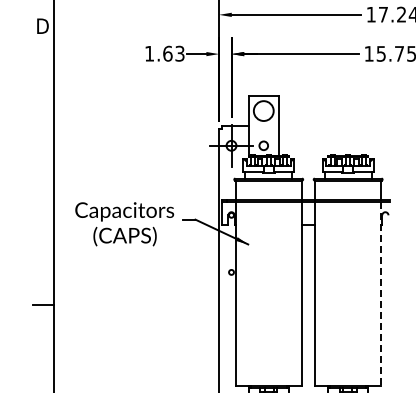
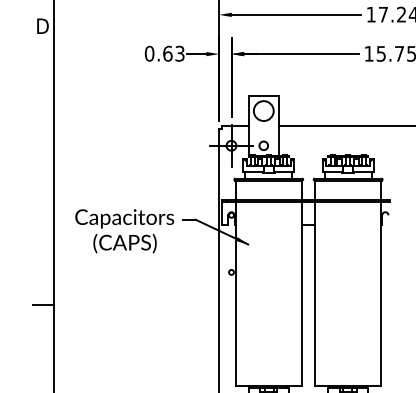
text at (149, 53): 1.63 -> 0.63
line at (345, 125): none -> present
text at (124, 224) position: (124, 224) -> (124, 231)
line at (381, 293): dashed -> solid
